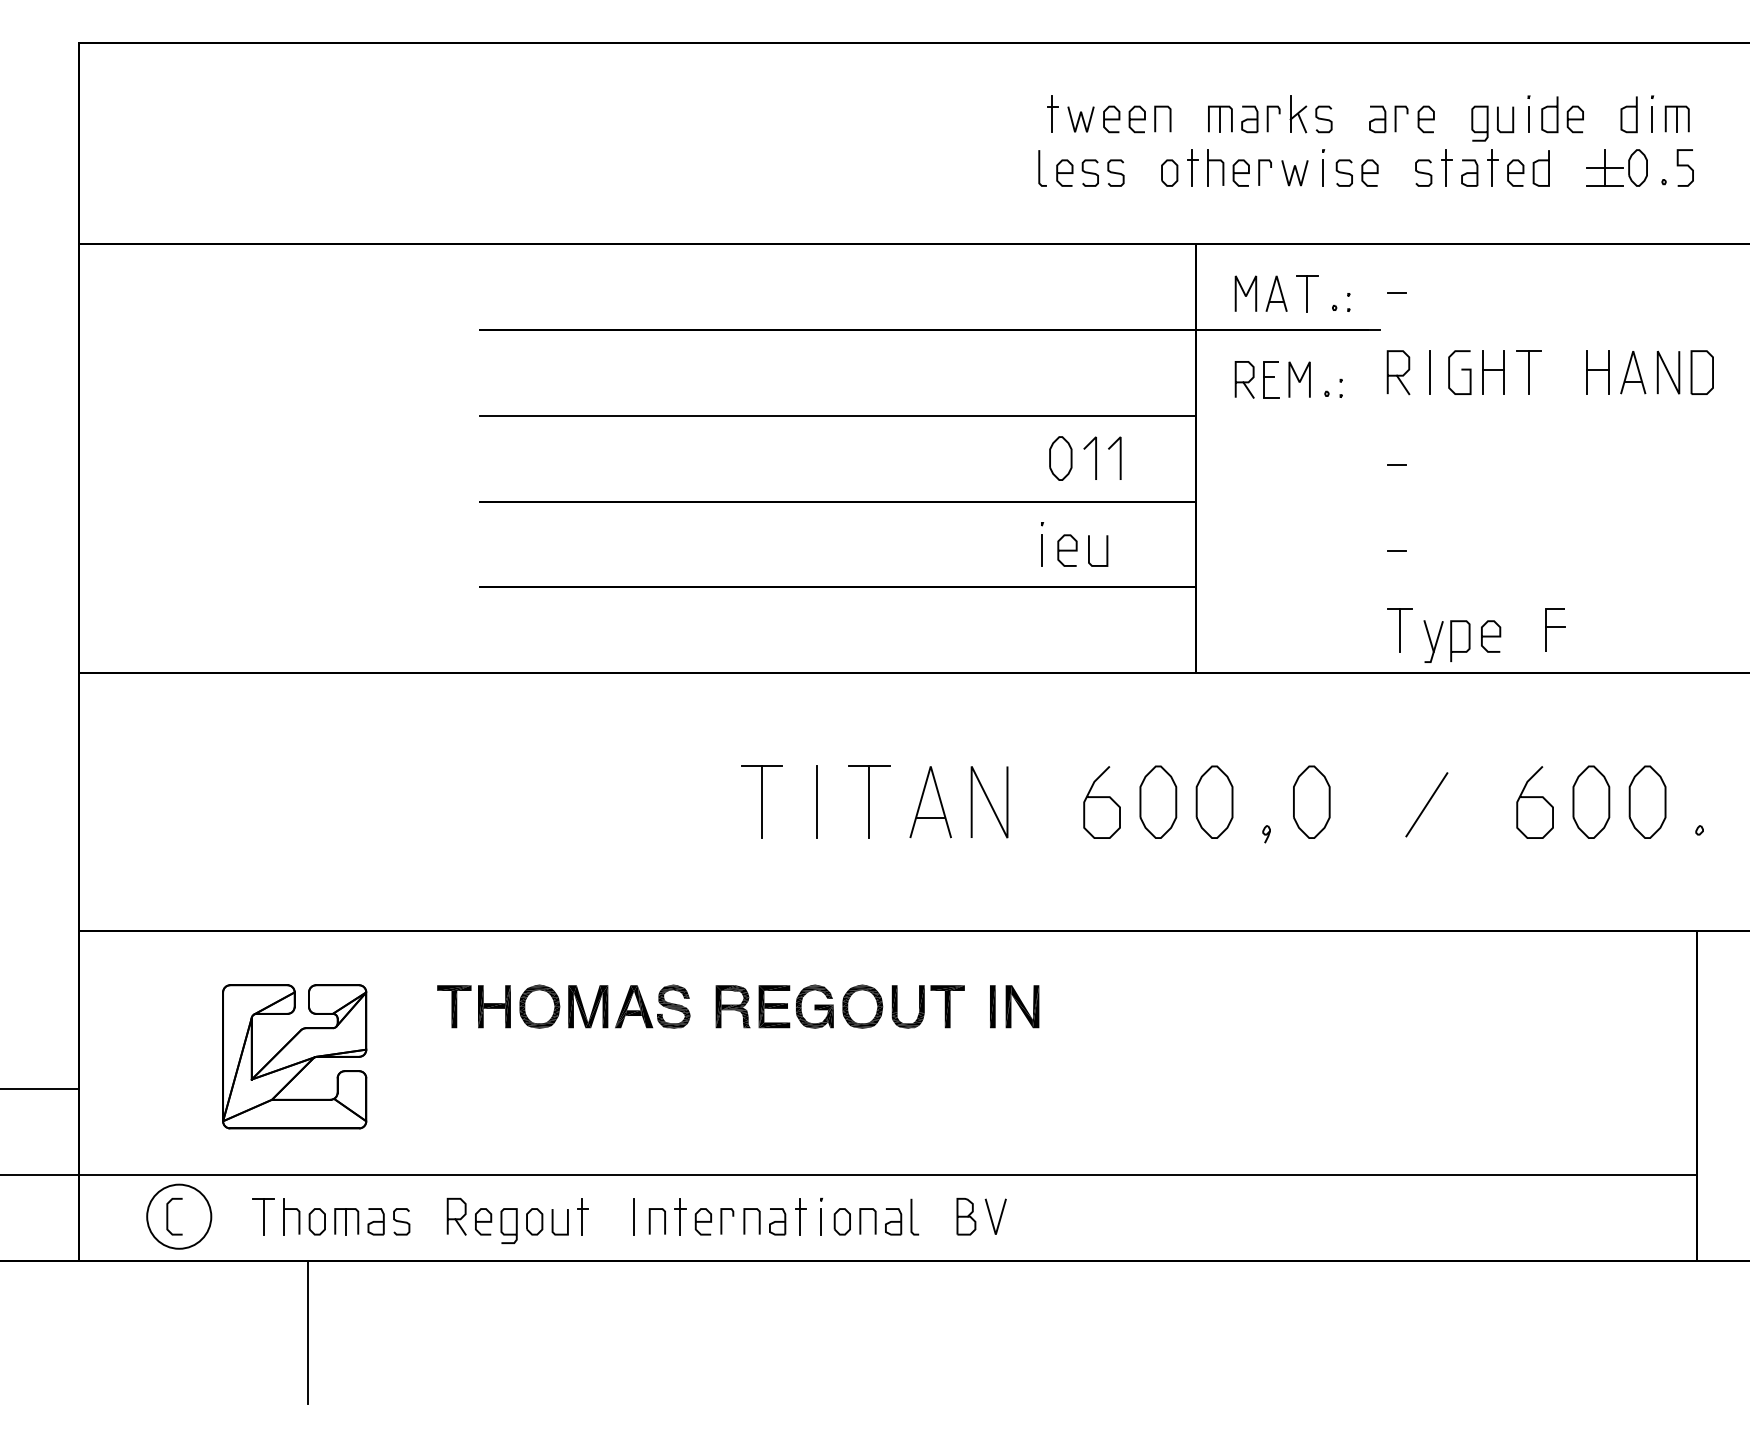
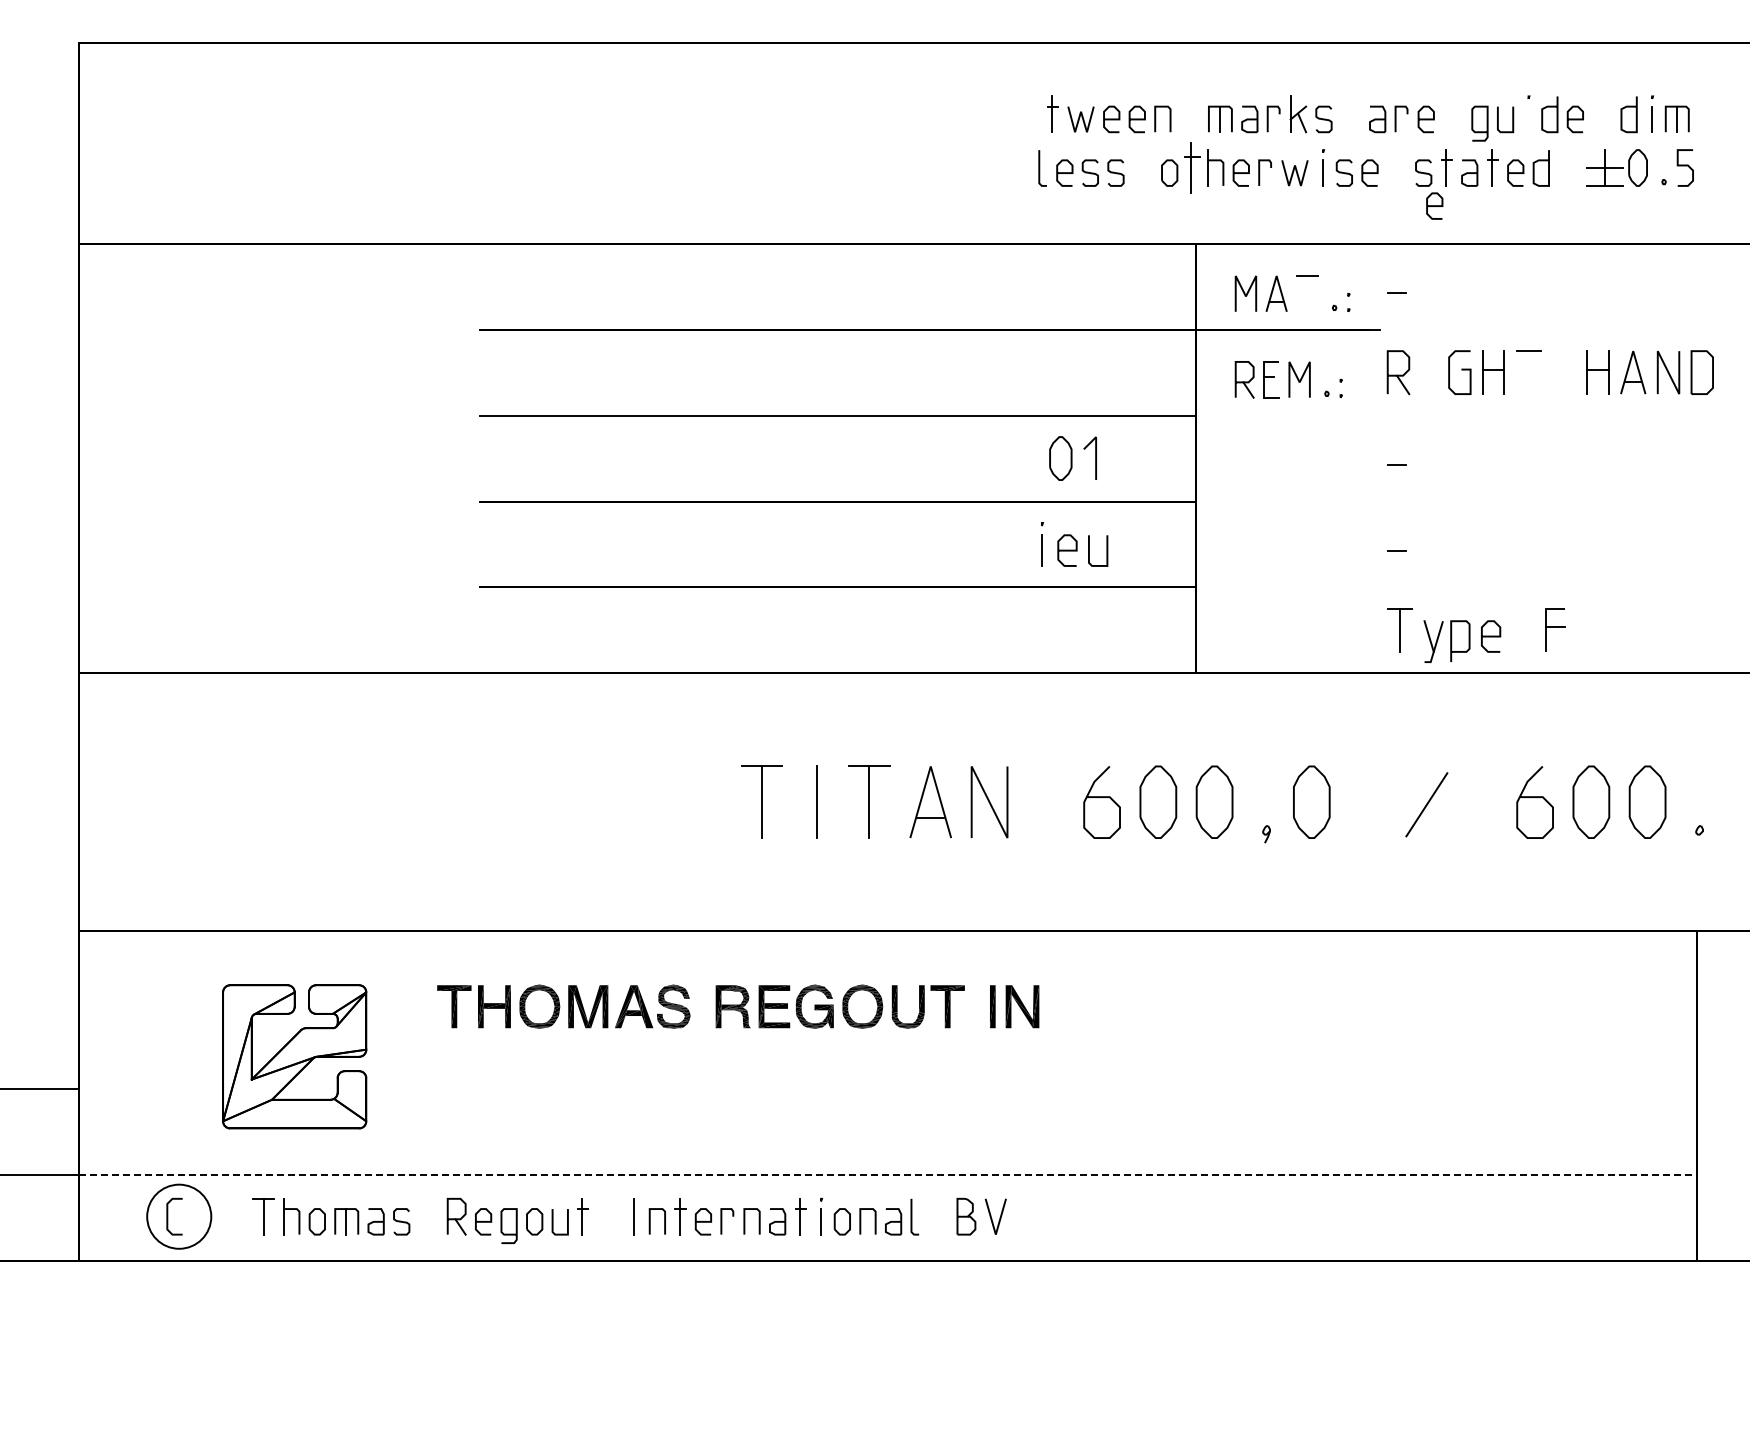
line at (1528, 119): present -> none
part at (1192, 167) size: 12x38 px -> 17x52 px
curve at (1434, 205): none -> present
line at (1307, 293): present -> none
line at (1429, 372): present -> none
line at (1528, 372): present -> none
line at (1119, 457): present -> none
line at (888, 1174): solid -> dashed
line at (308, 1331): present -> none
